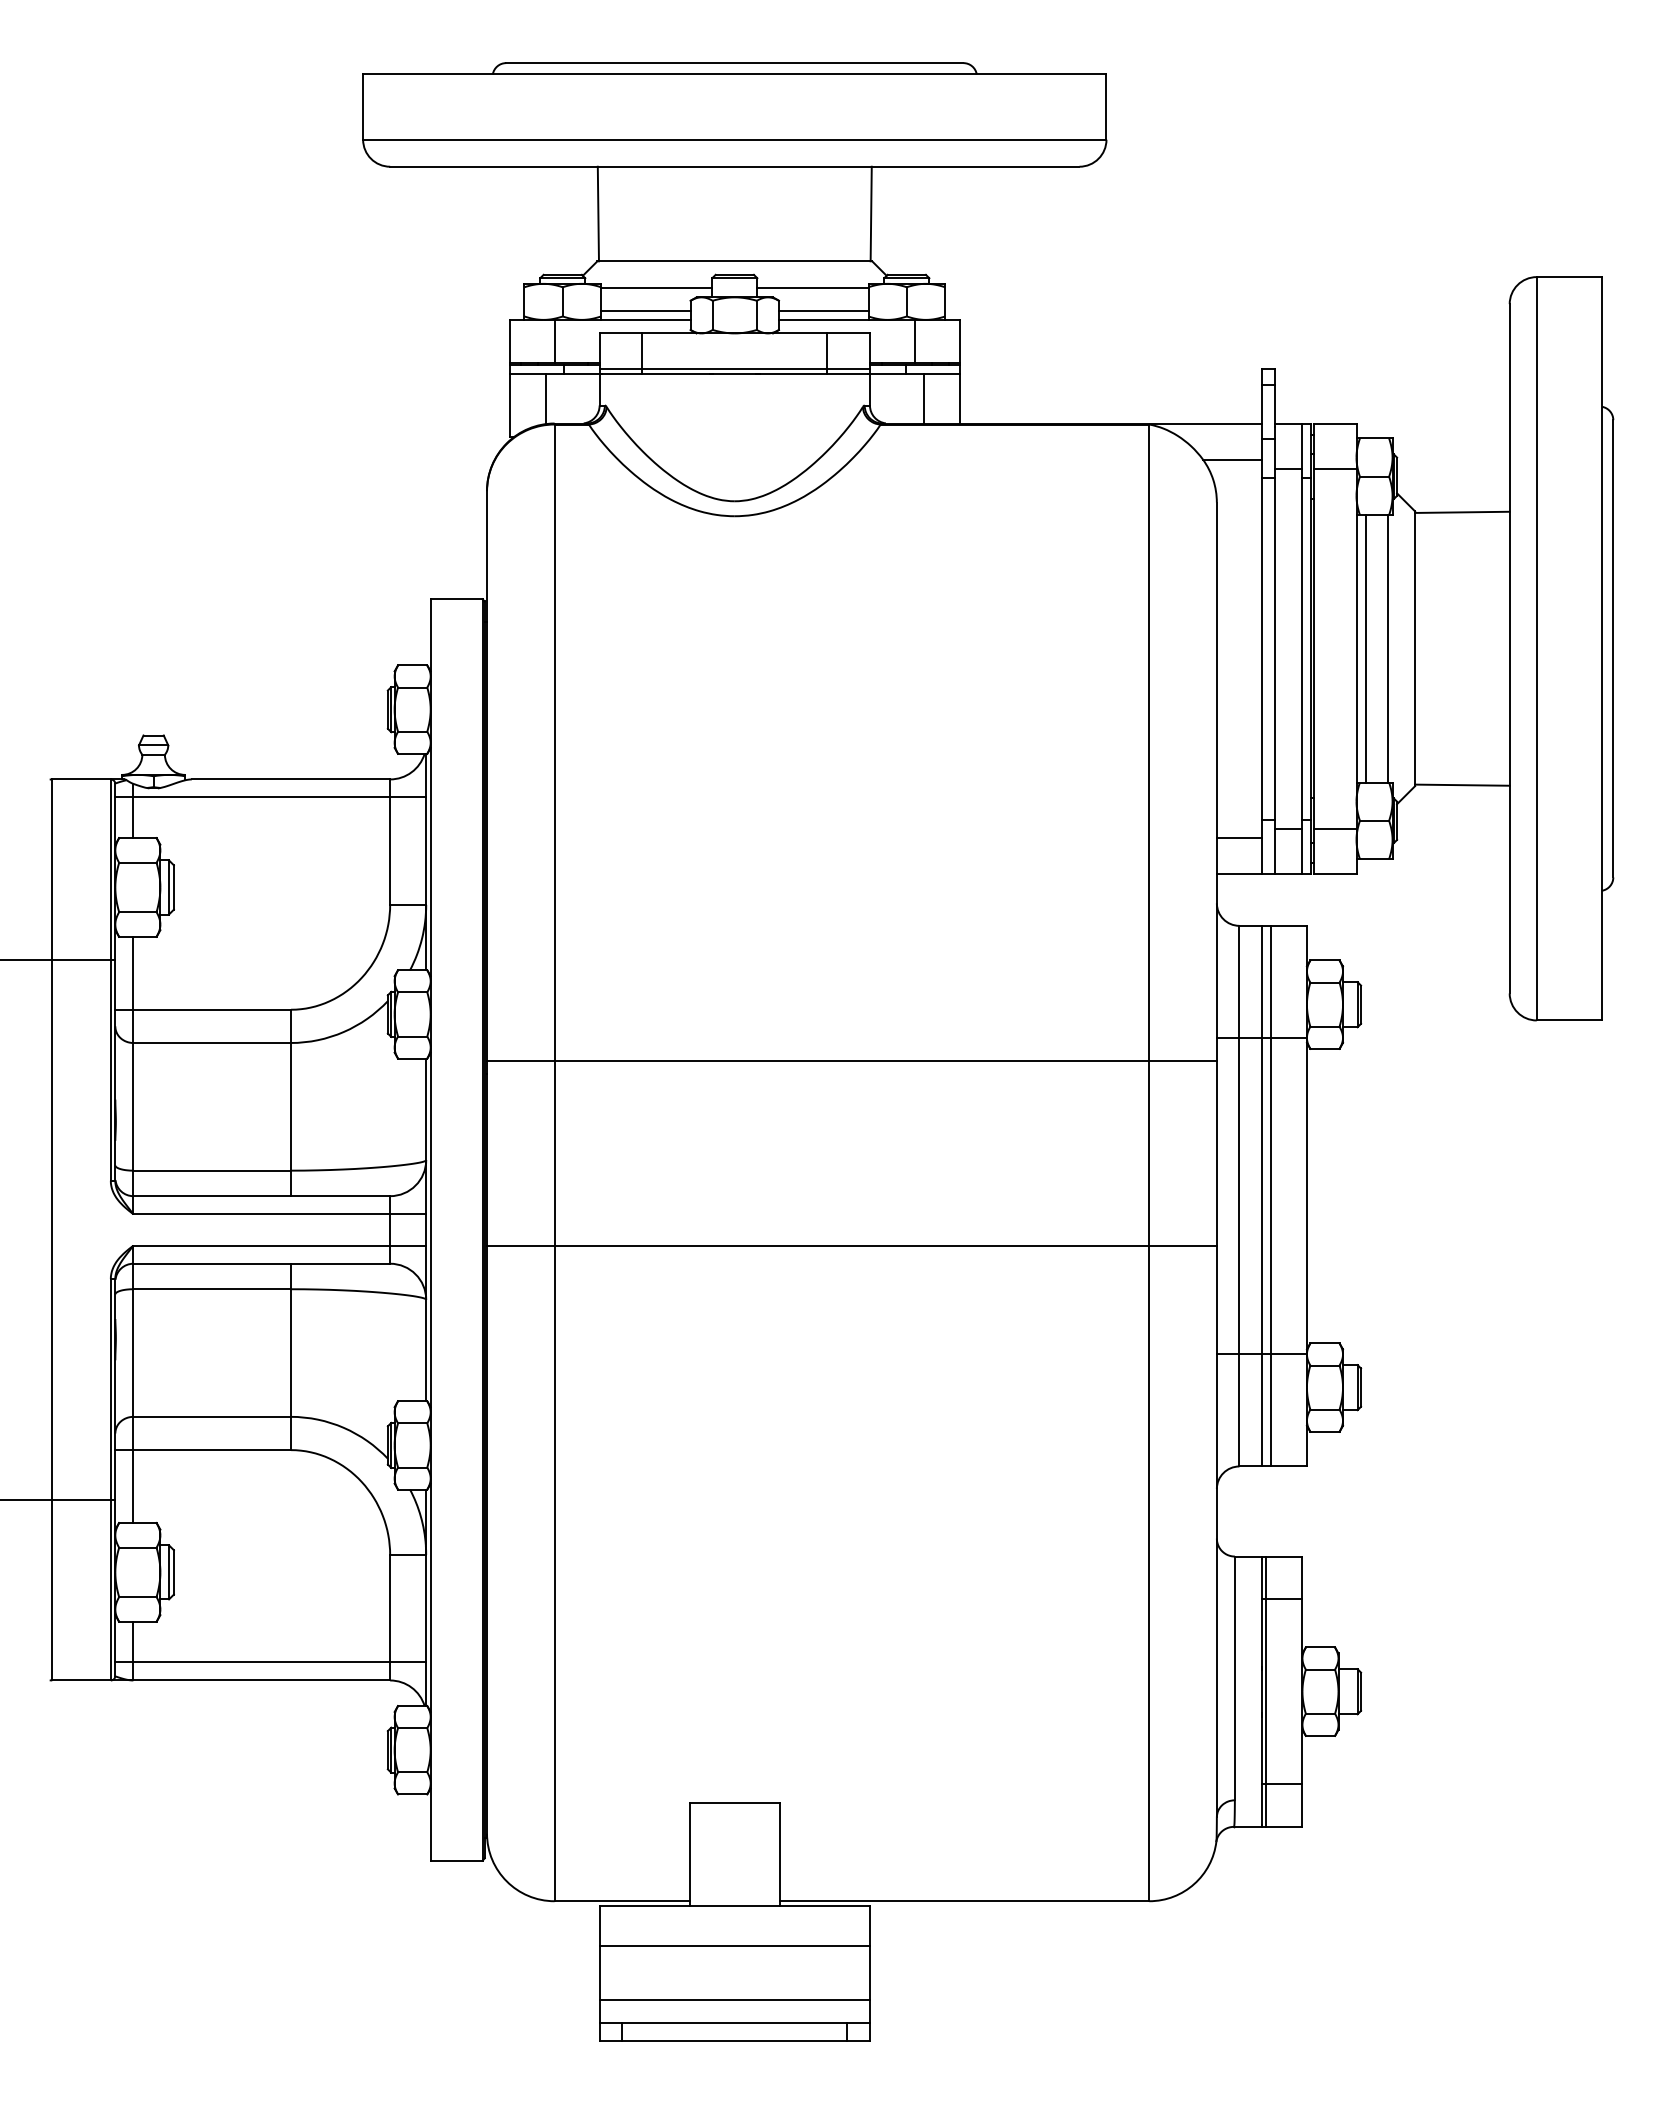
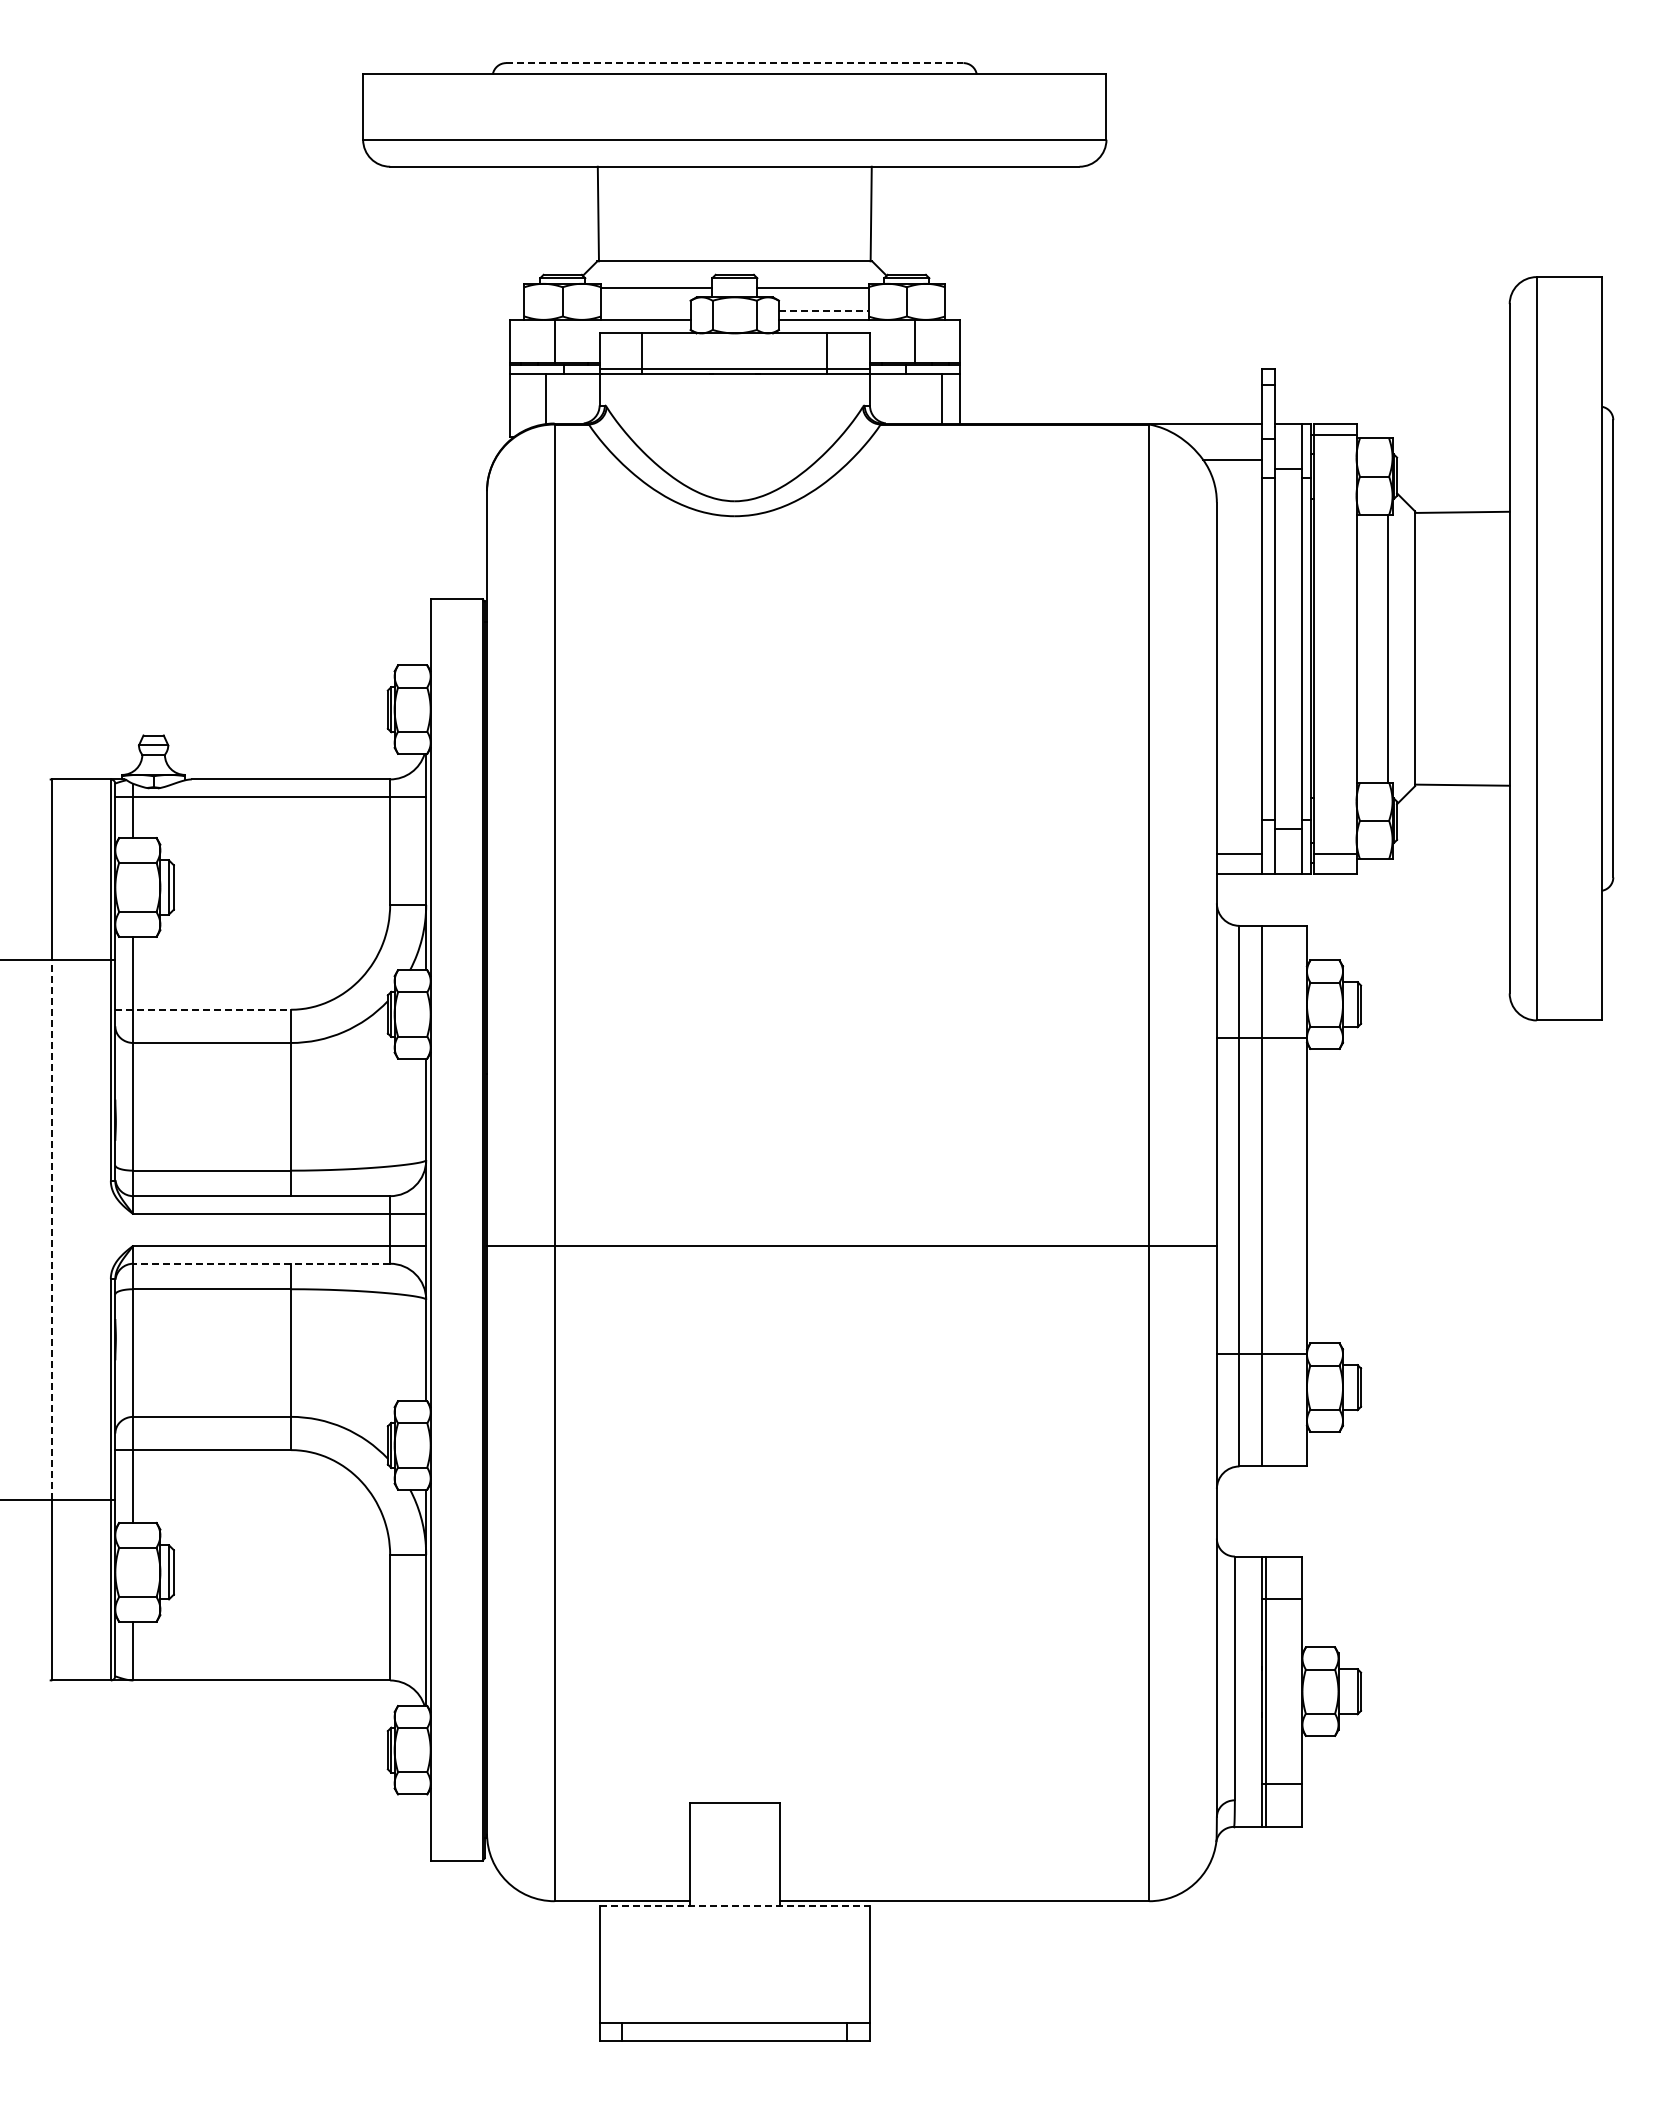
line at (734, 63): solid -> dashed
line at (645, 310): present -> none
line at (823, 310): solid -> dashed
line at (924, 398) position: (924, 398) -> (942, 398)
line at (1334, 468) position: (1334, 468) -> (1334, 434)
line at (1365, 648): present -> none
line at (1334, 829) position: (1334, 829) -> (1334, 854)
line at (1238, 838) position: (1238, 838) -> (1238, 854)
line at (203, 1009): solid -> dashed
line at (851, 1061): present -> none
line at (1270, 1195): present -> none
line at (52, 1229): solid -> dashed
line at (261, 1263): solid -> dashed
line at (270, 1662): present -> none
line at (735, 1905): solid -> dashed
line at (734, 1946): present -> none
line at (734, 2000): present -> none
